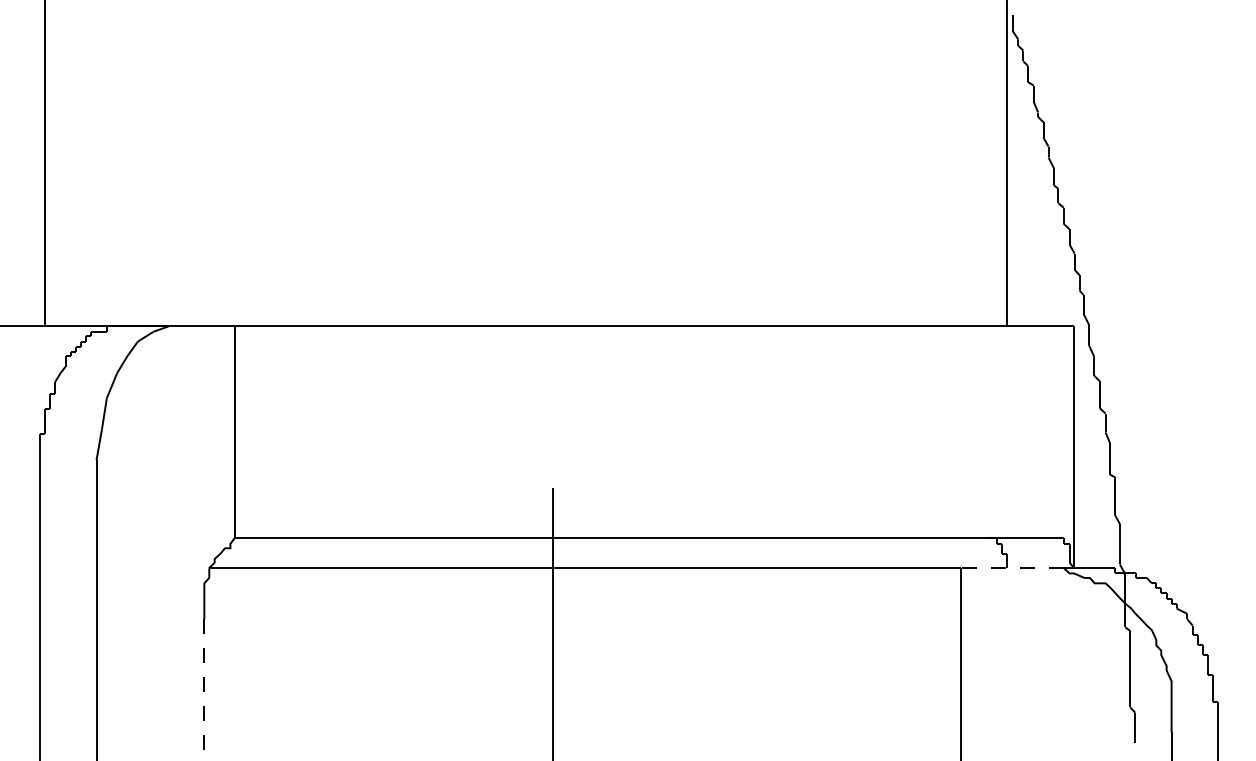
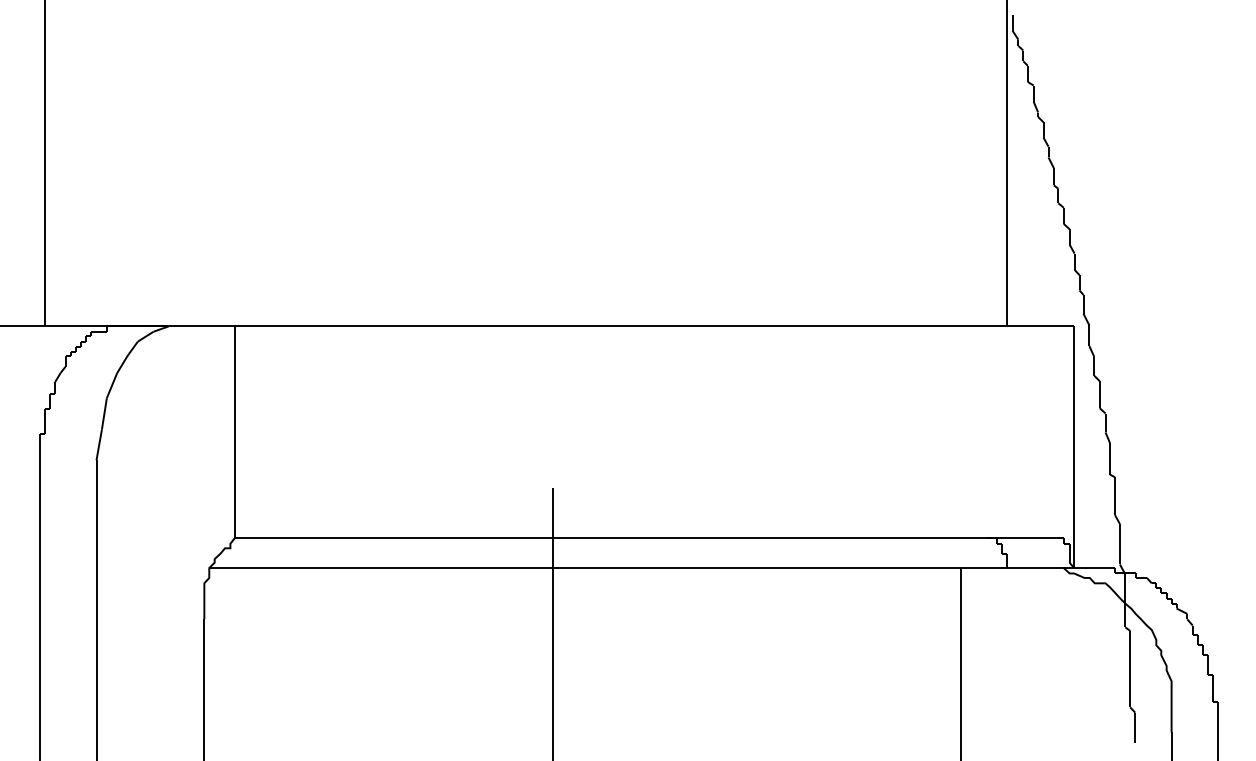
line at (1012, 568): dashed -> solid
line at (204, 690): dashed -> solid
